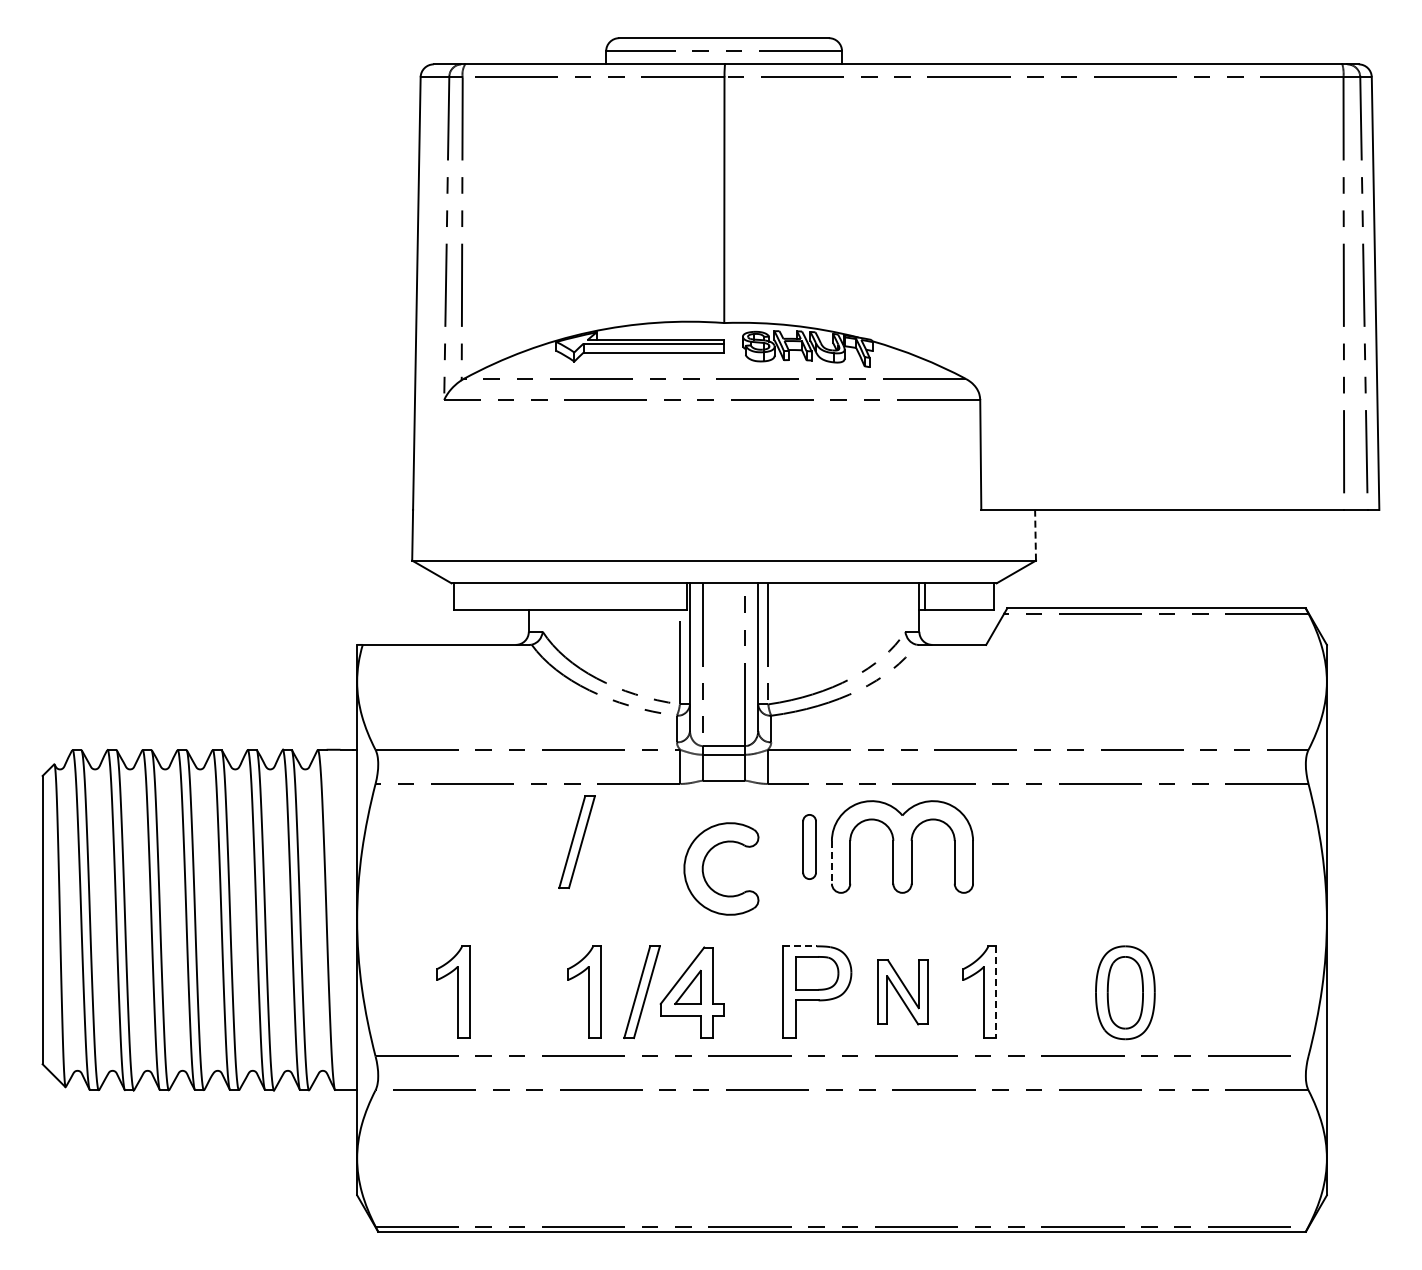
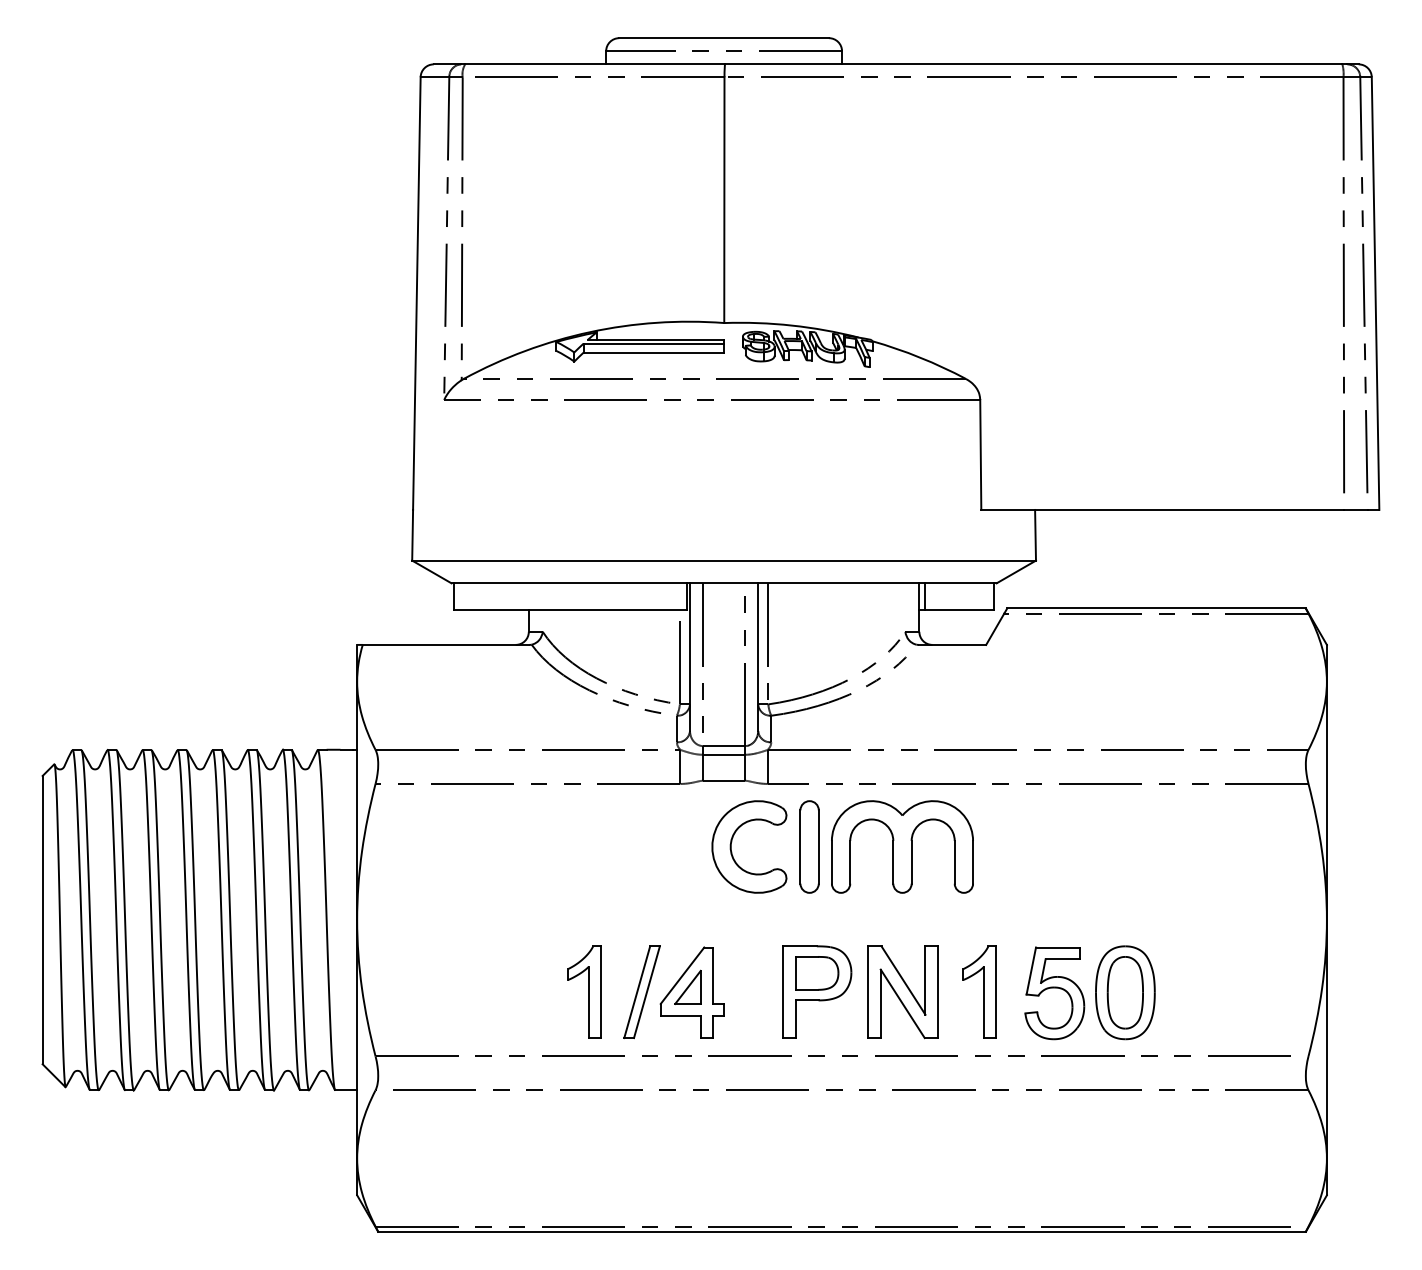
line at (1035, 534): dashed -> solid
part at (576, 842): present -> none
part at (809, 846) size: 15x66 px -> 21x94 px
line at (831, 862): dashed -> solid
part at (704, 863) position: (704, 863) -> (732, 841)
line at (800, 946): dashed -> solid
part at (453, 991): present -> none
part at (902, 992) size: 52x67 px -> 72x95 px
line at (996, 992): dashed -> solid
part at (1054, 993): none -> present
